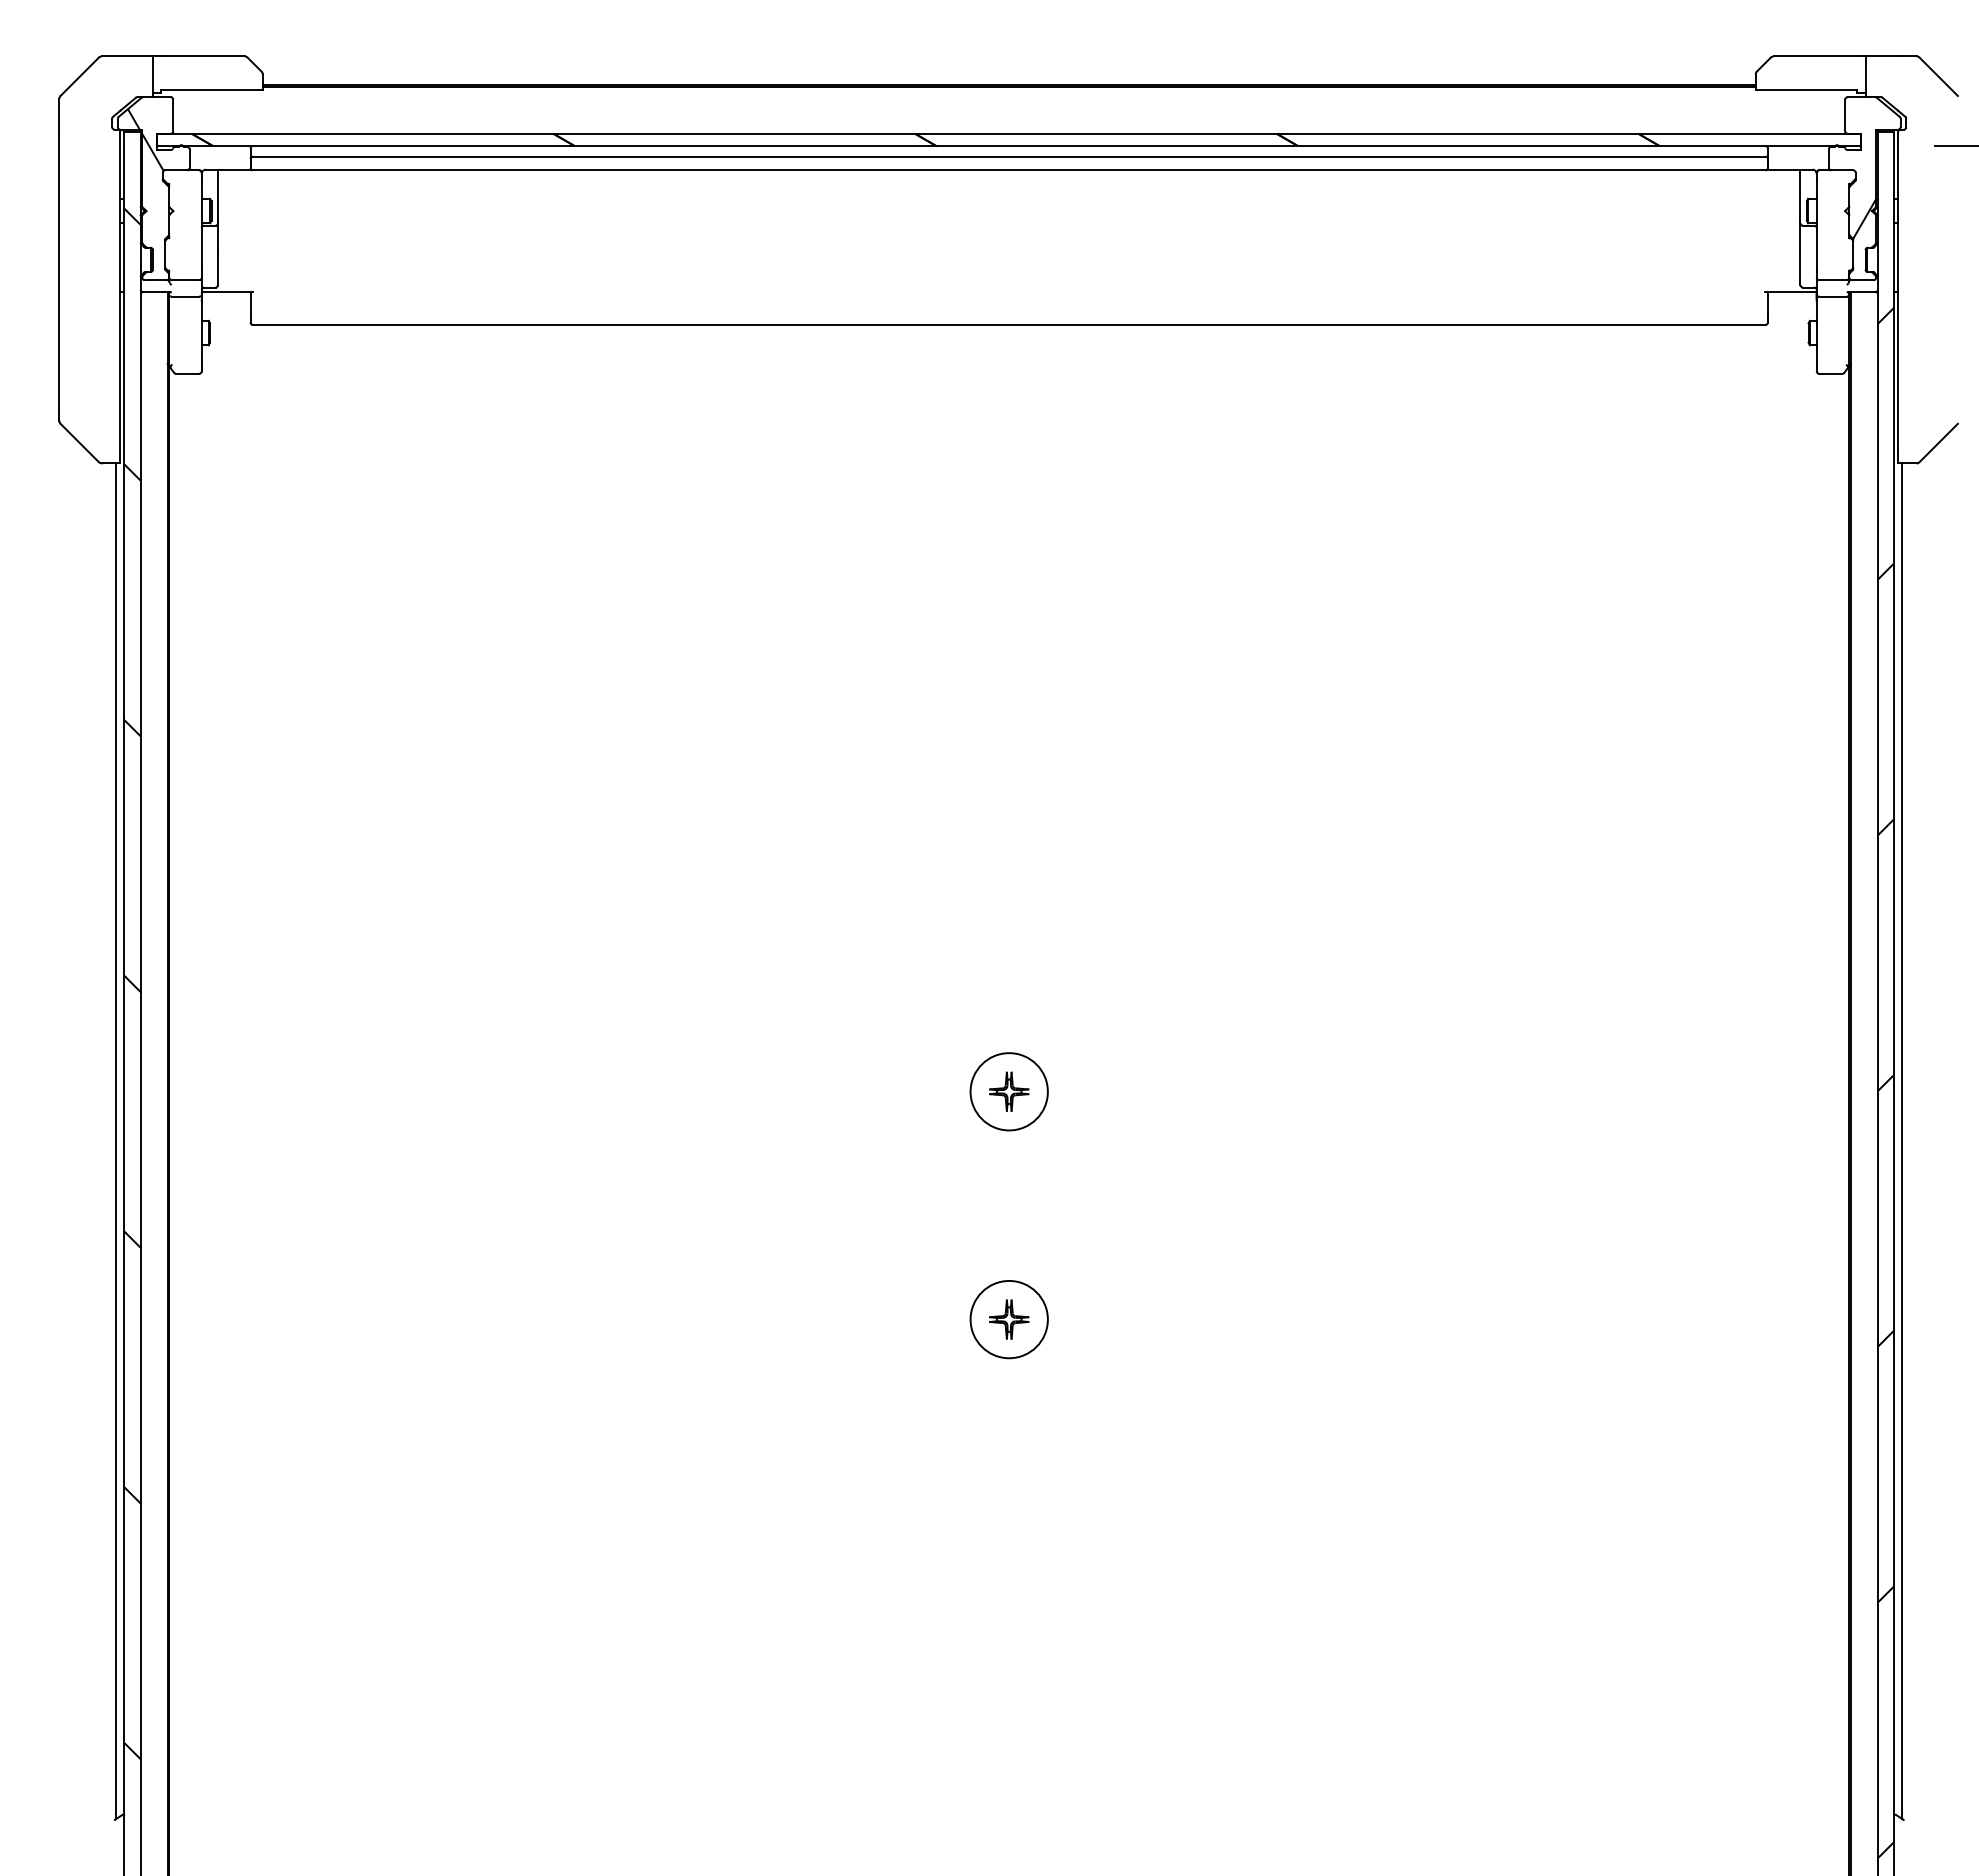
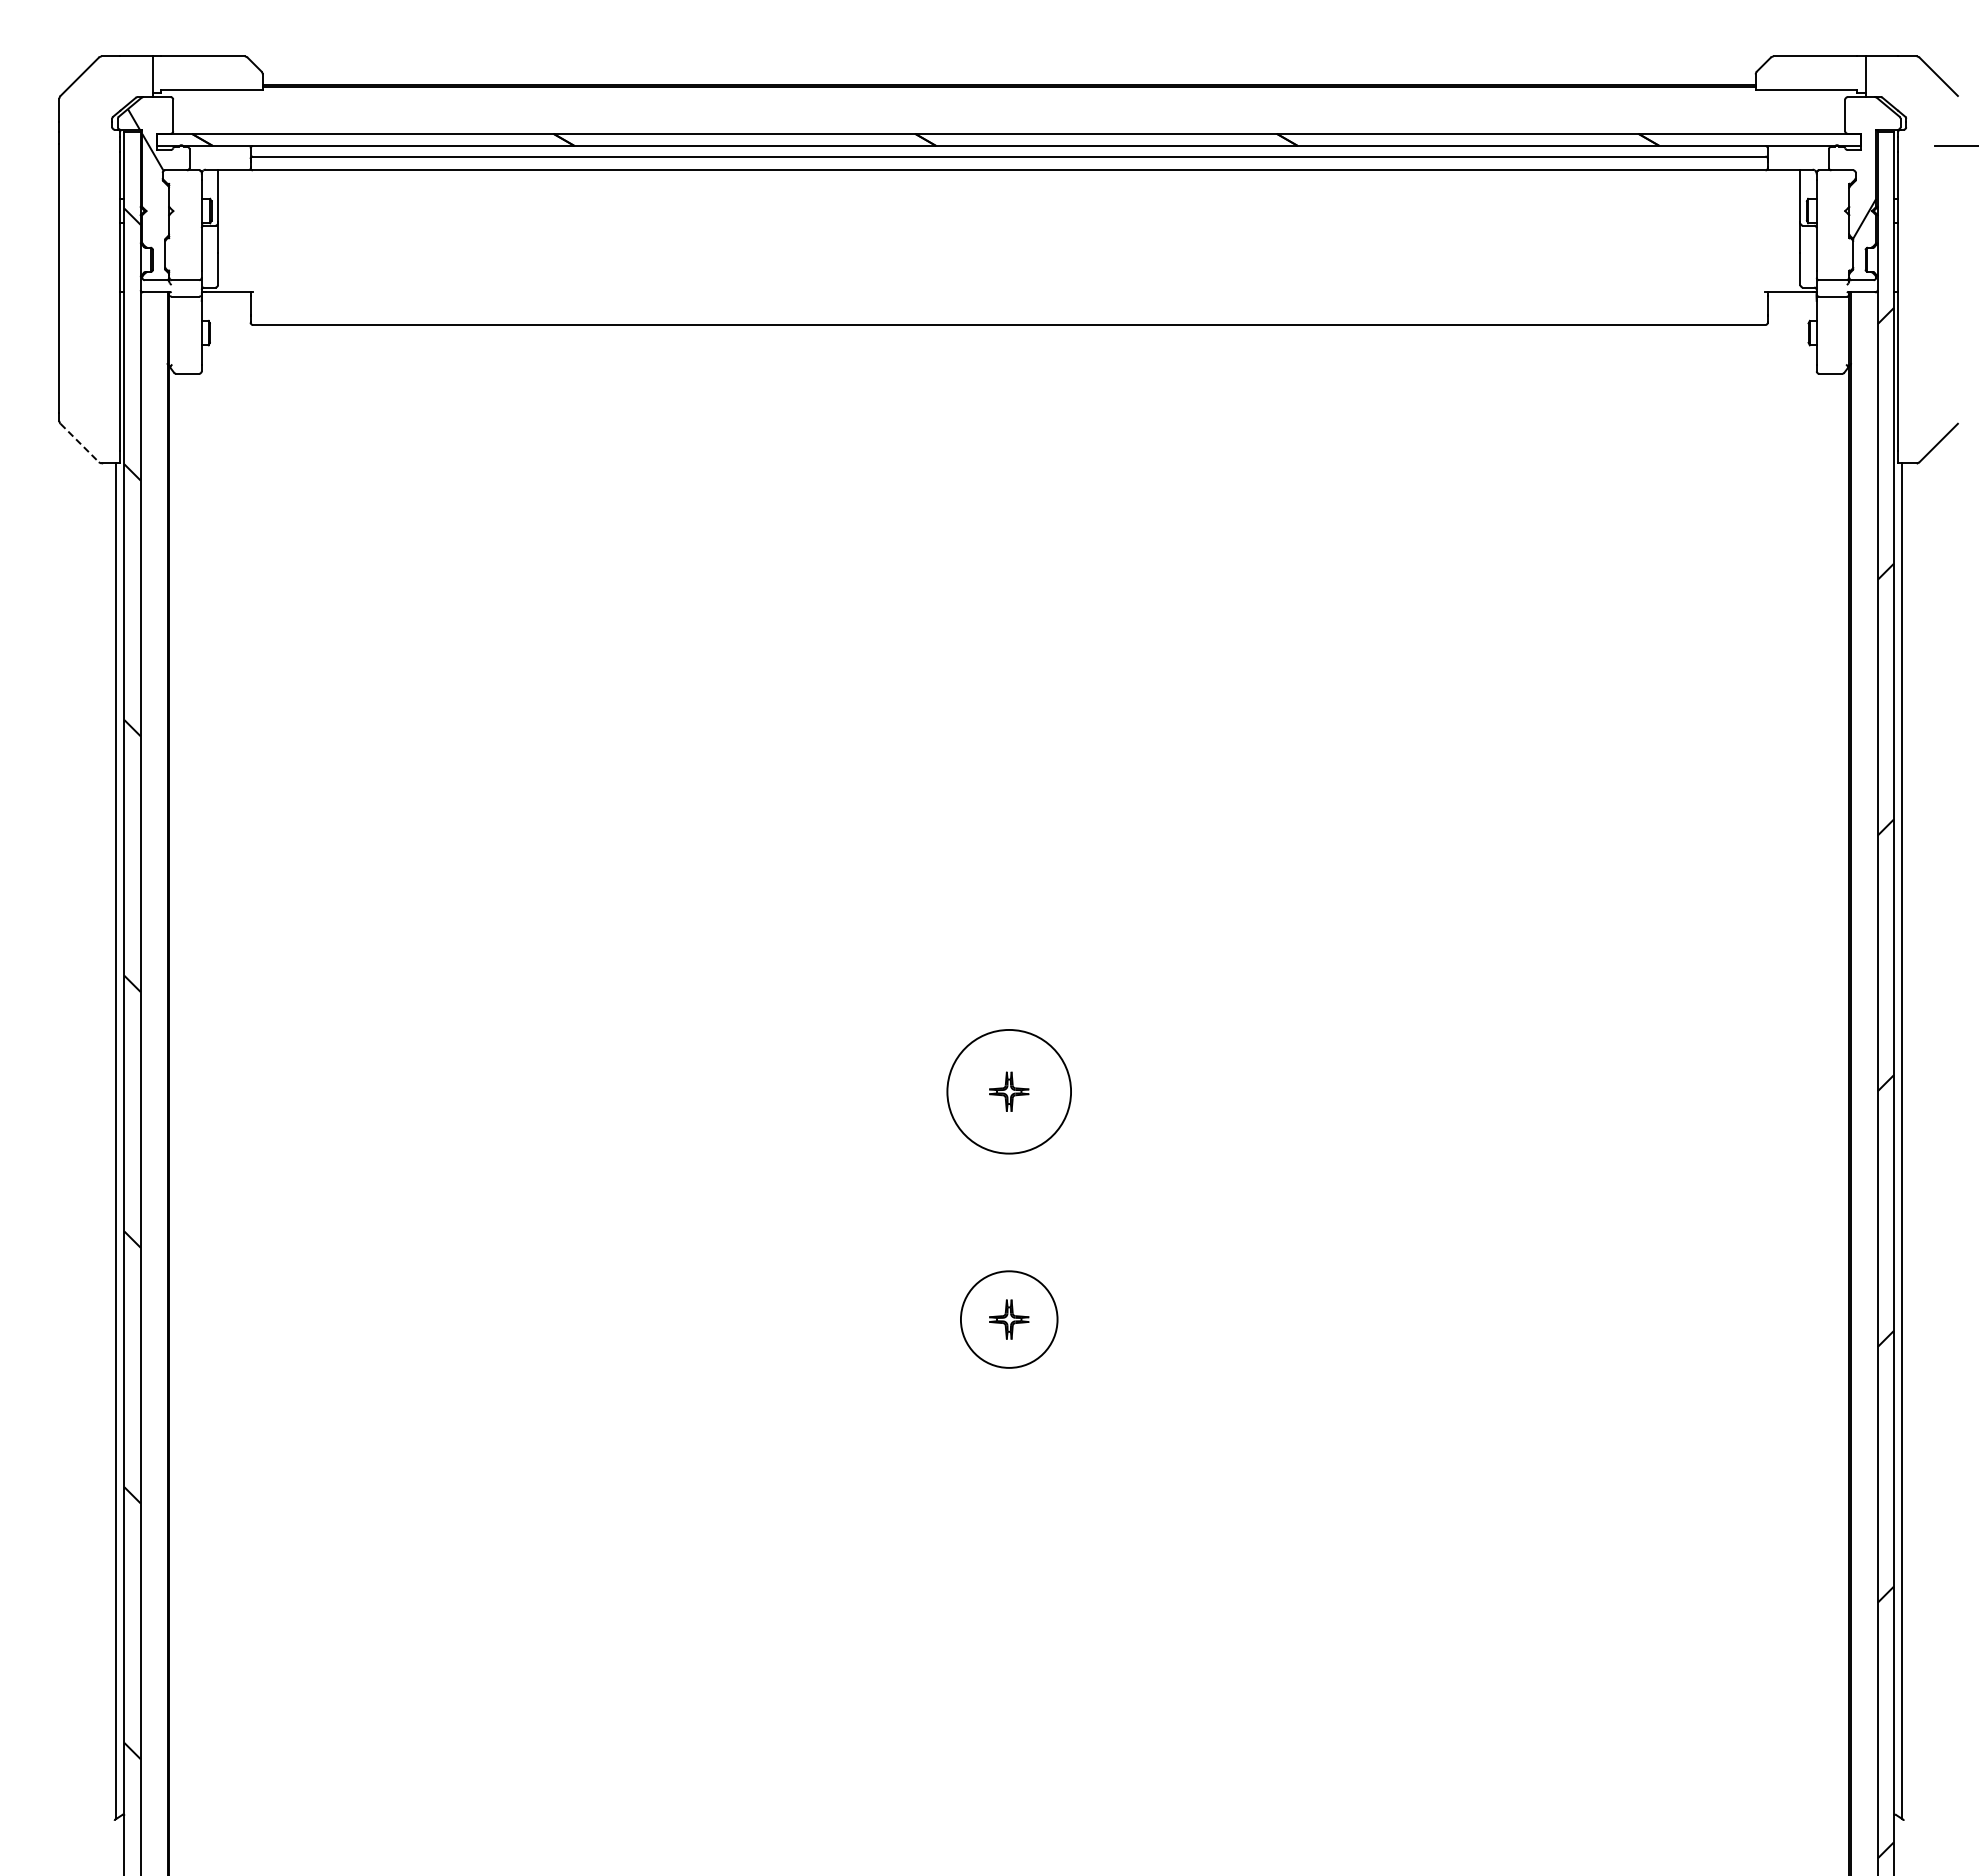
line at (80, 443): solid -> dashed
circle at (1008, 1091) diameter: 77 px -> 124 px
circle at (1008, 1319) diameter: 77 px -> 97 px
